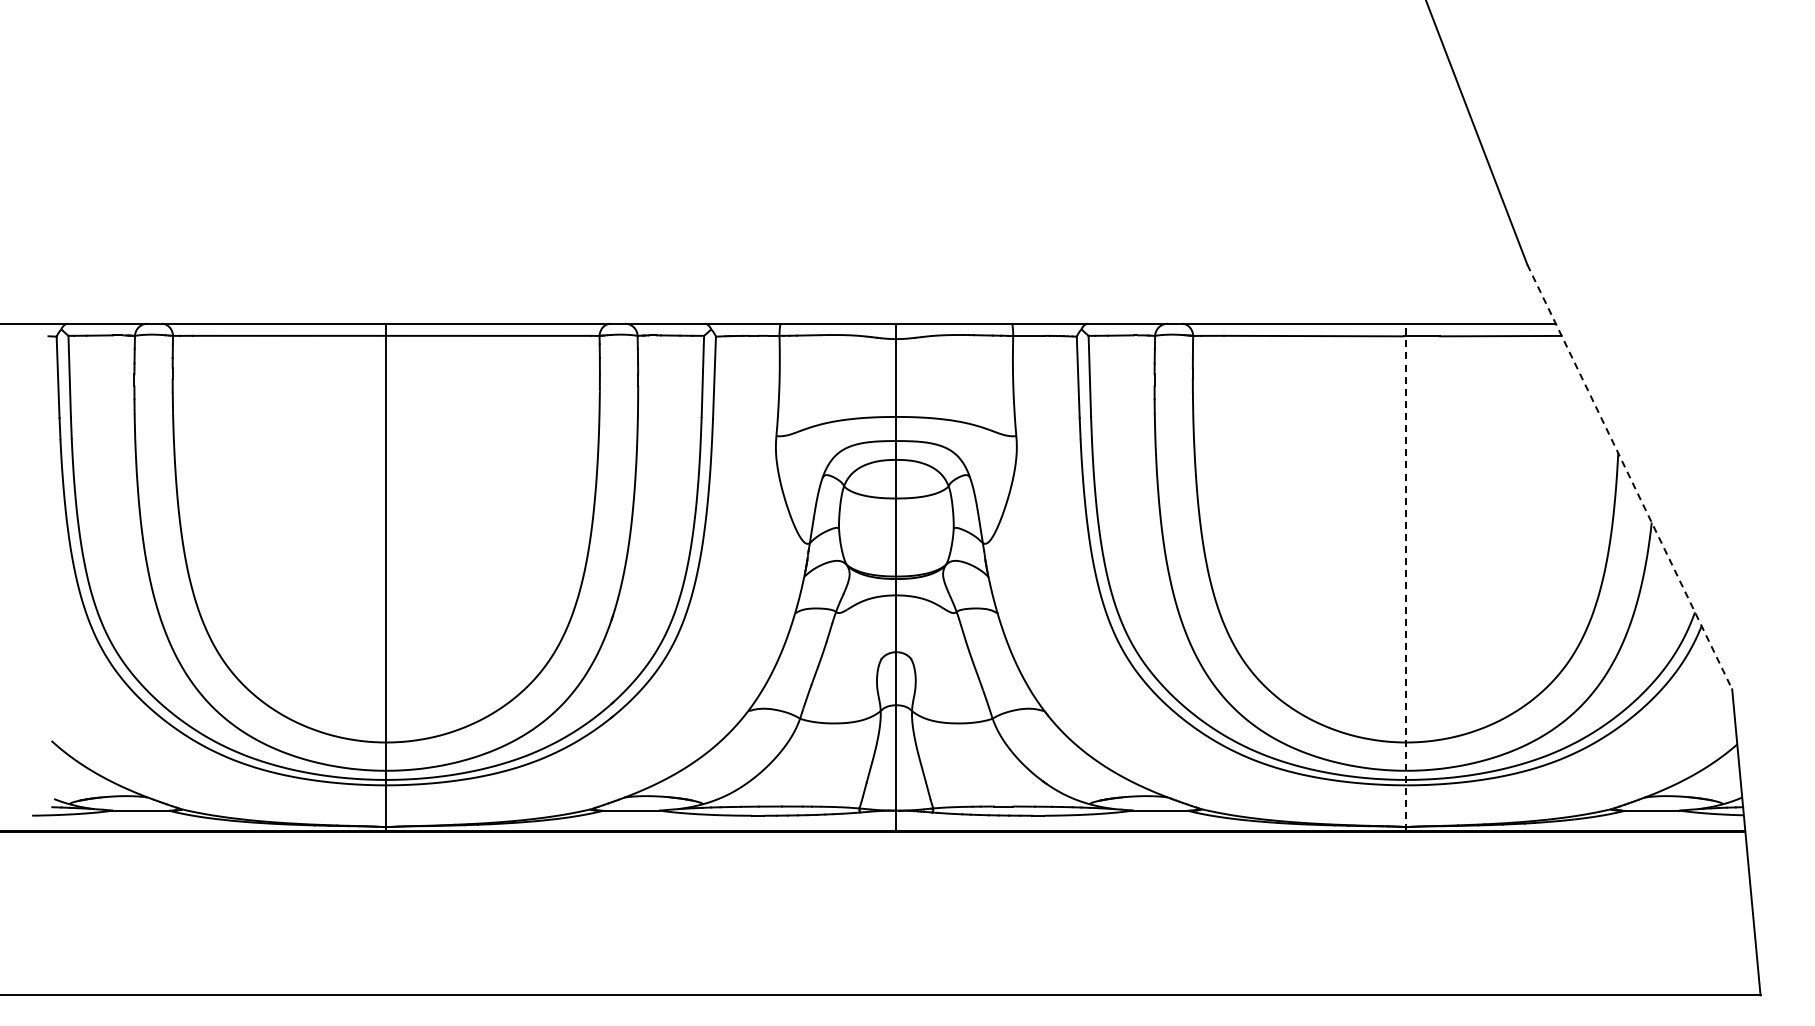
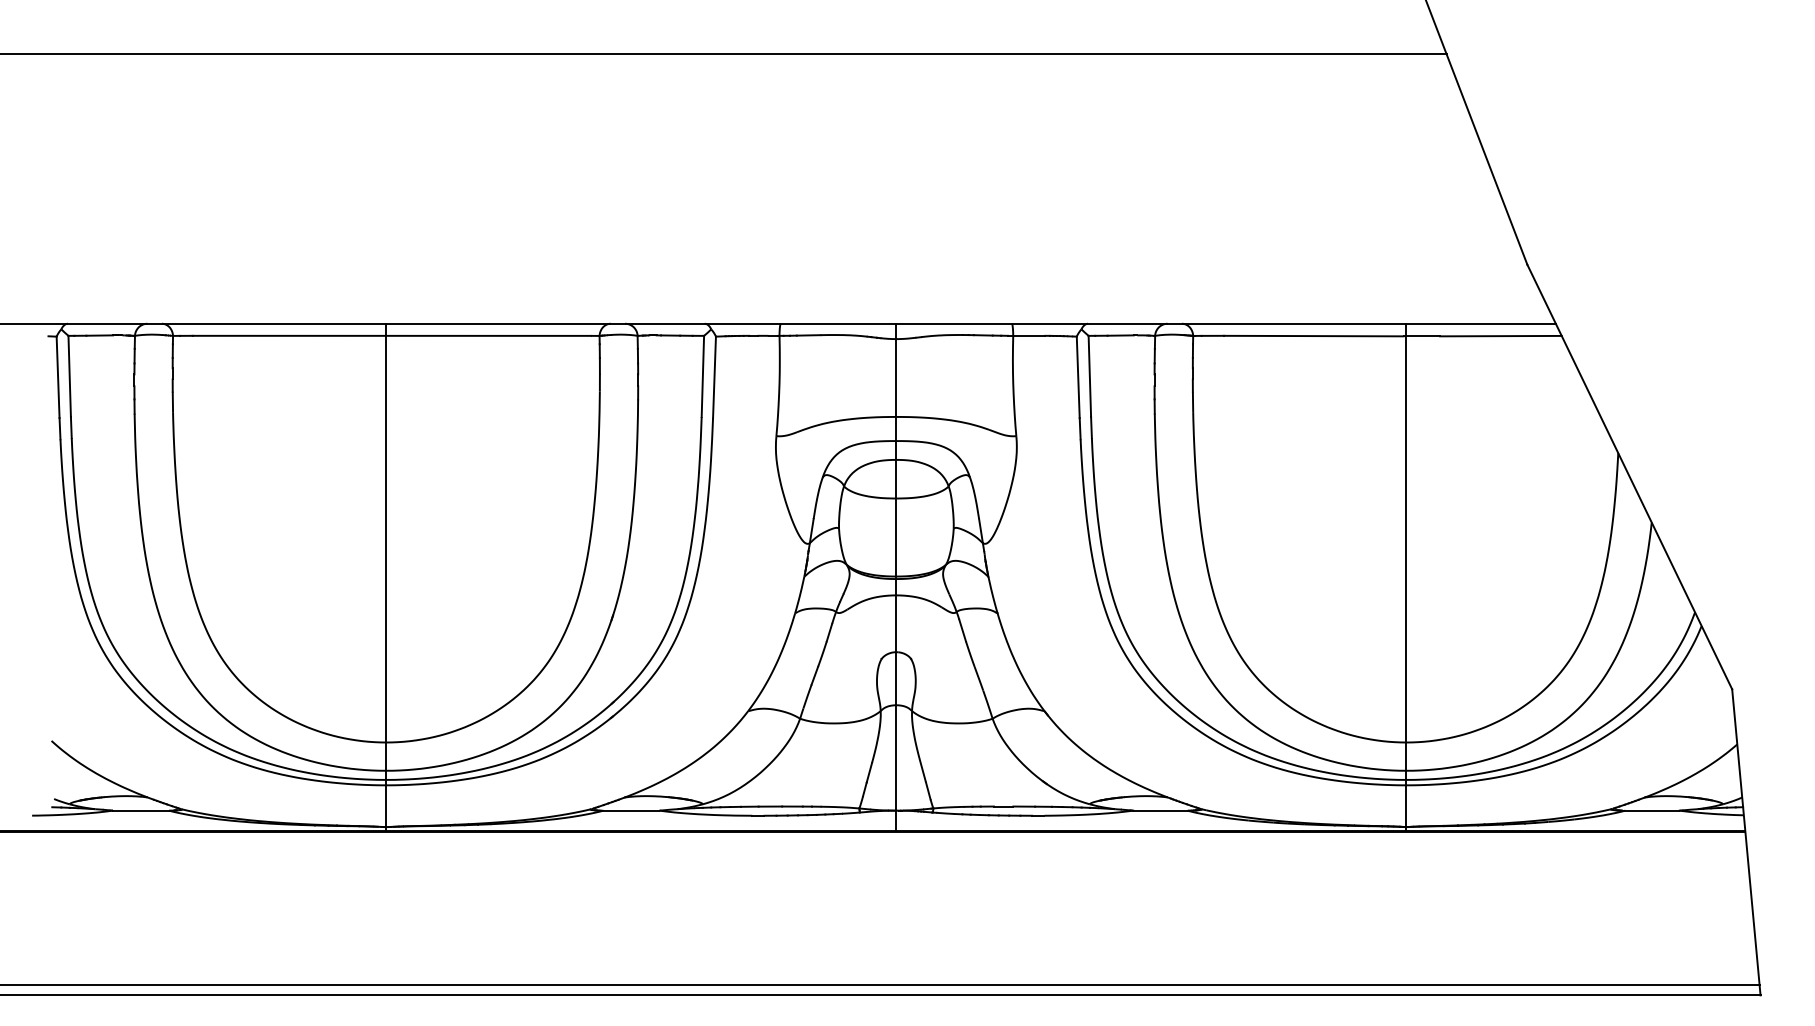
line at (724, 53): none -> present
line at (1629, 477): dashed -> solid
line at (1406, 577): dashed -> solid
line at (880, 984): none -> present
